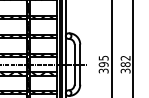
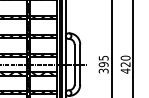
text at (125, 64): 382 -> 420
